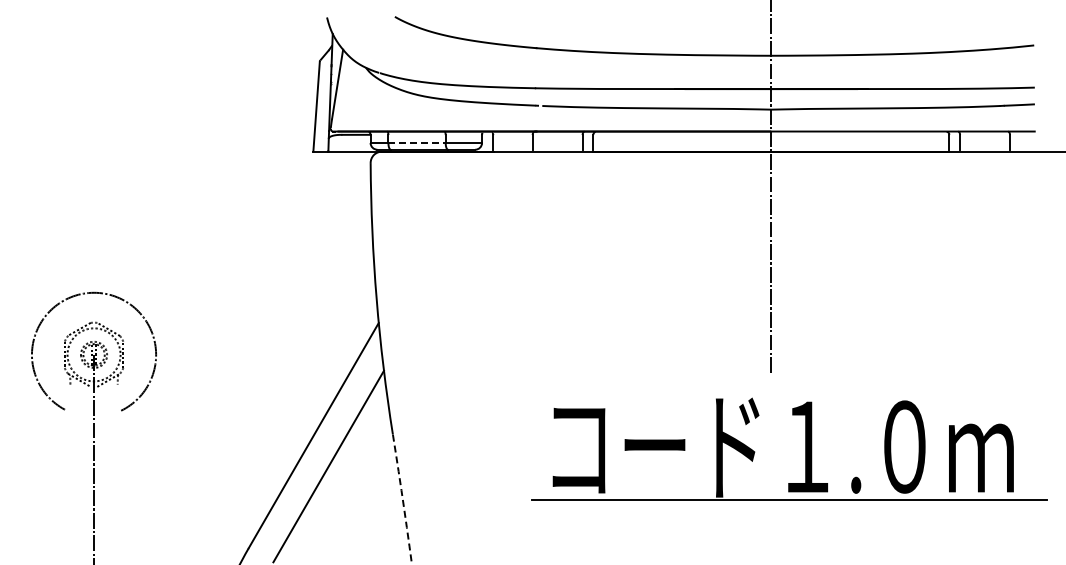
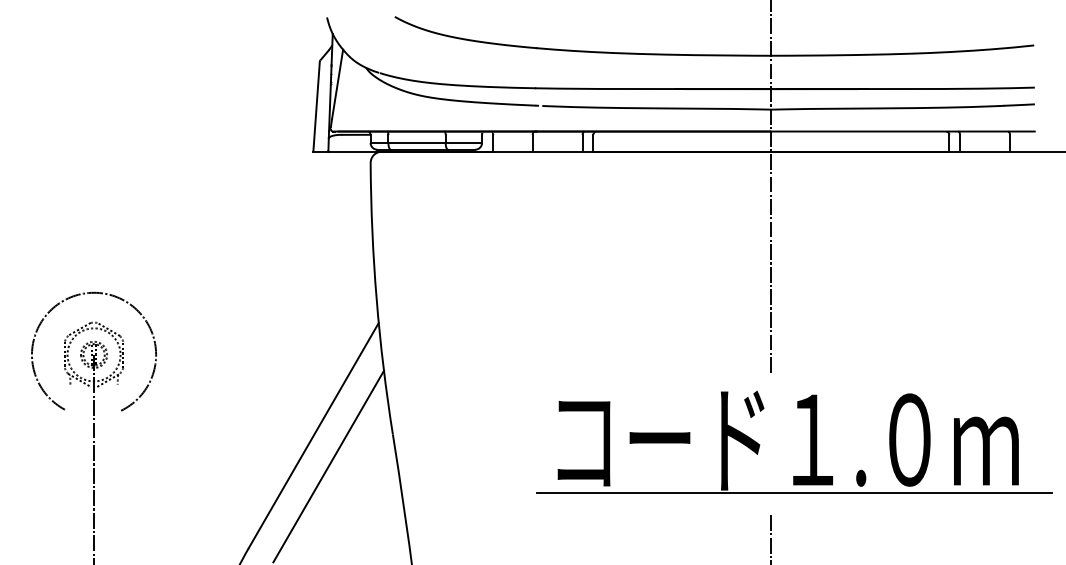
line at (417, 142): dashed -> solid
part at (805, 448) position: (805, 448) -> (810, 441)
arc at (402, 500): dashed -> solid
line at (771, 538): none -> present
